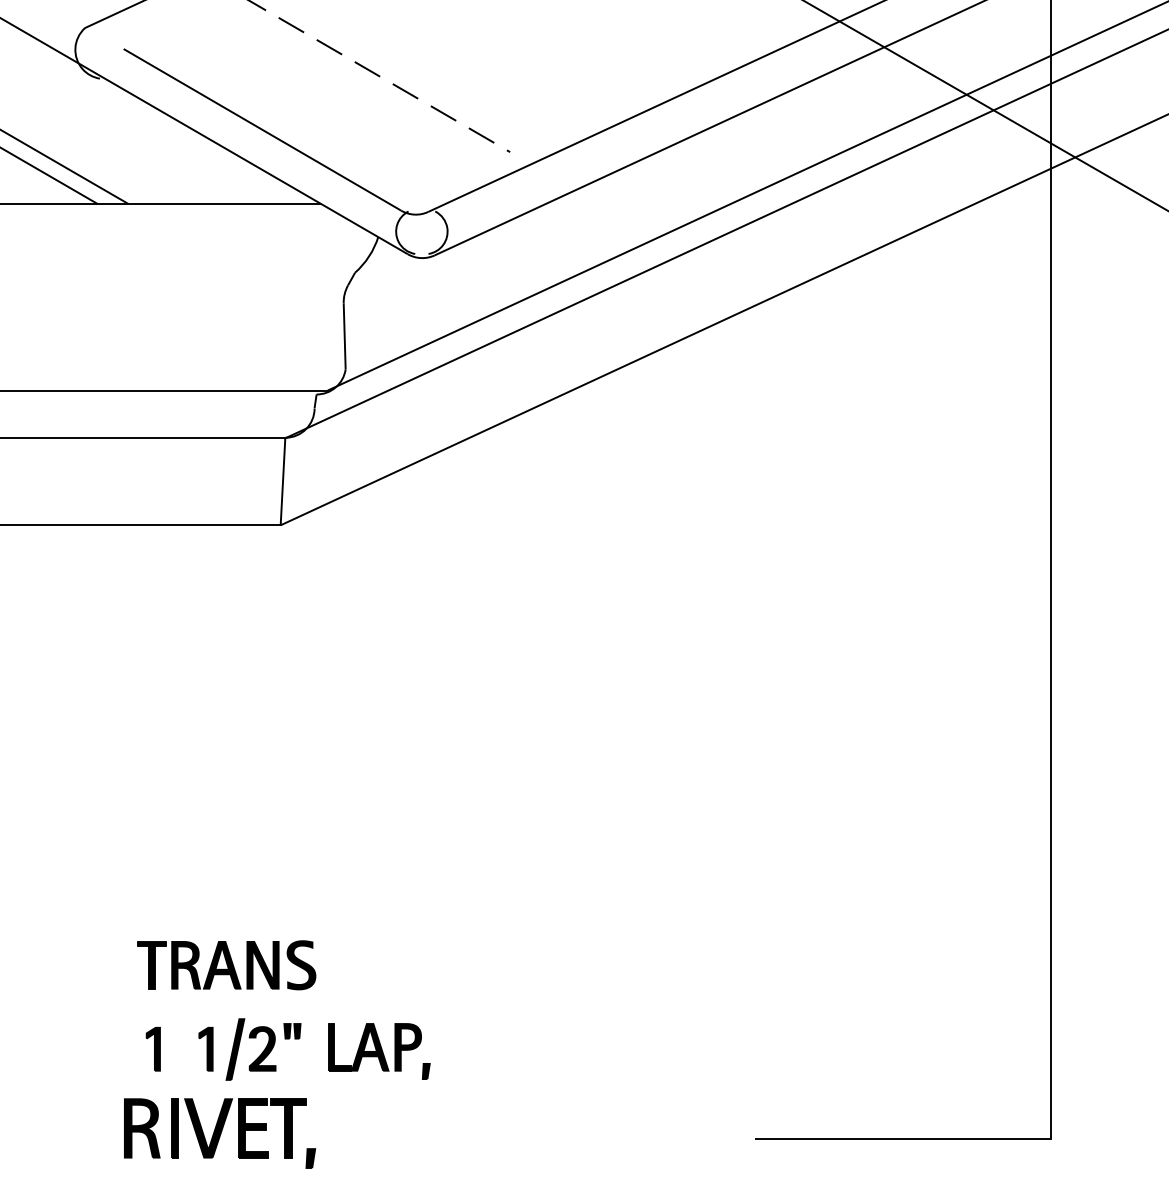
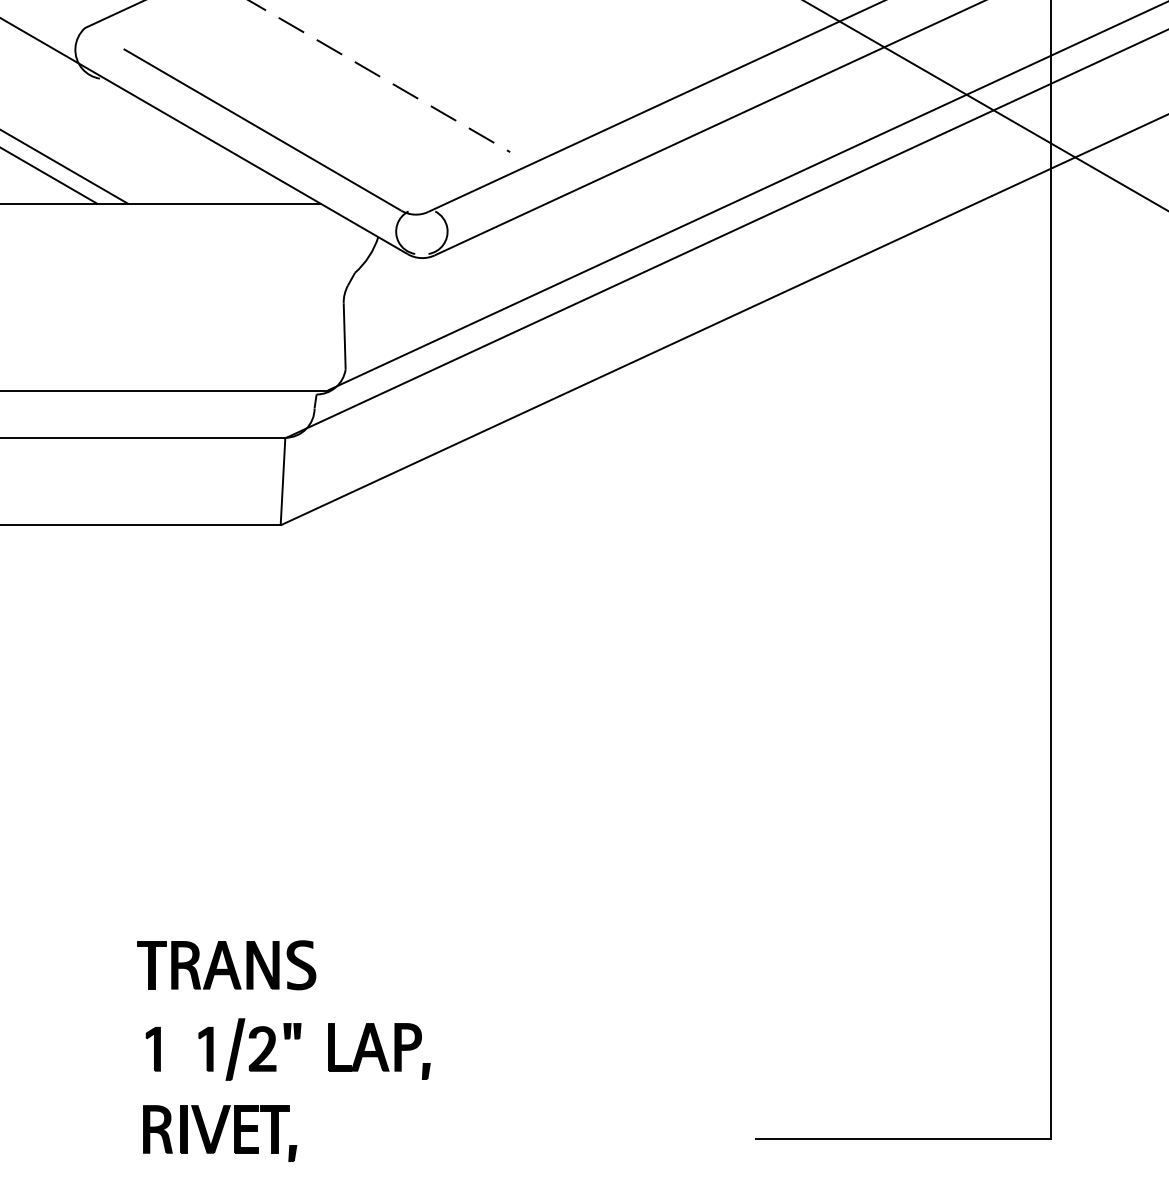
part at (220, 1133) size: 193x71 px -> 155x57 px
